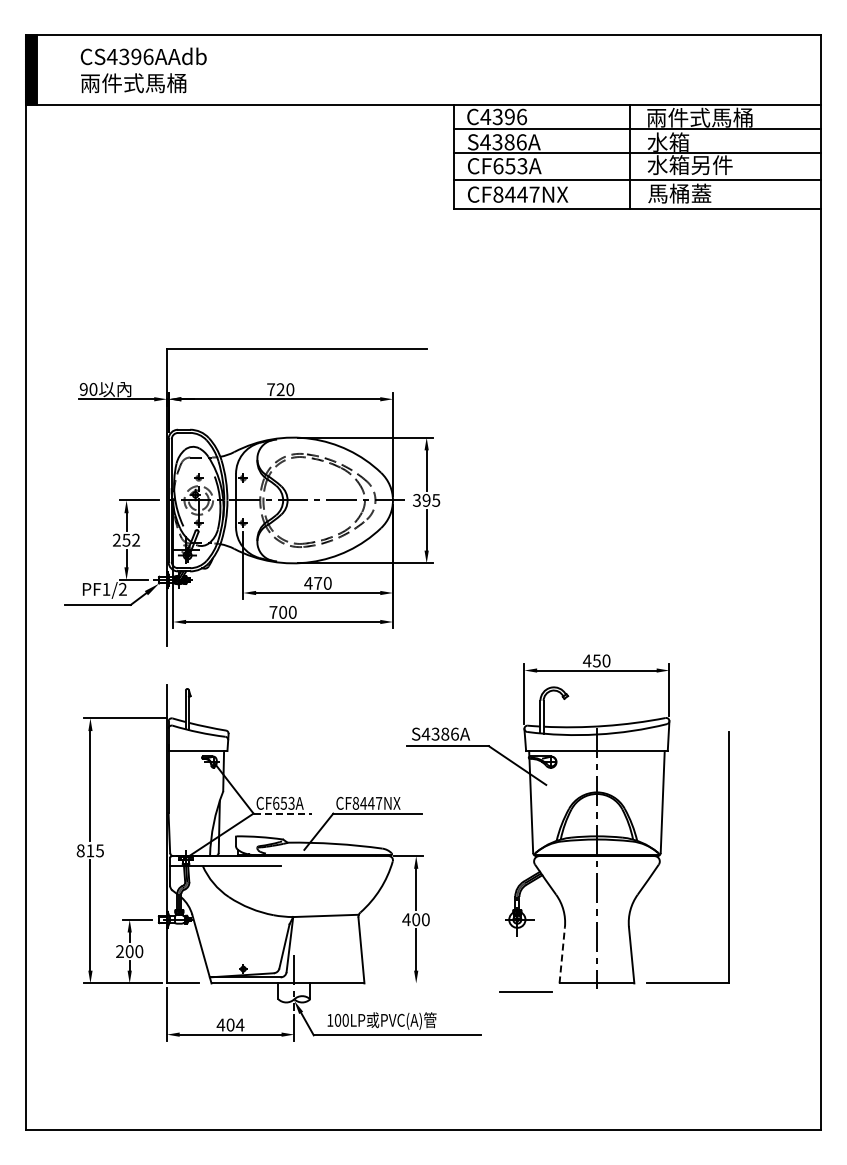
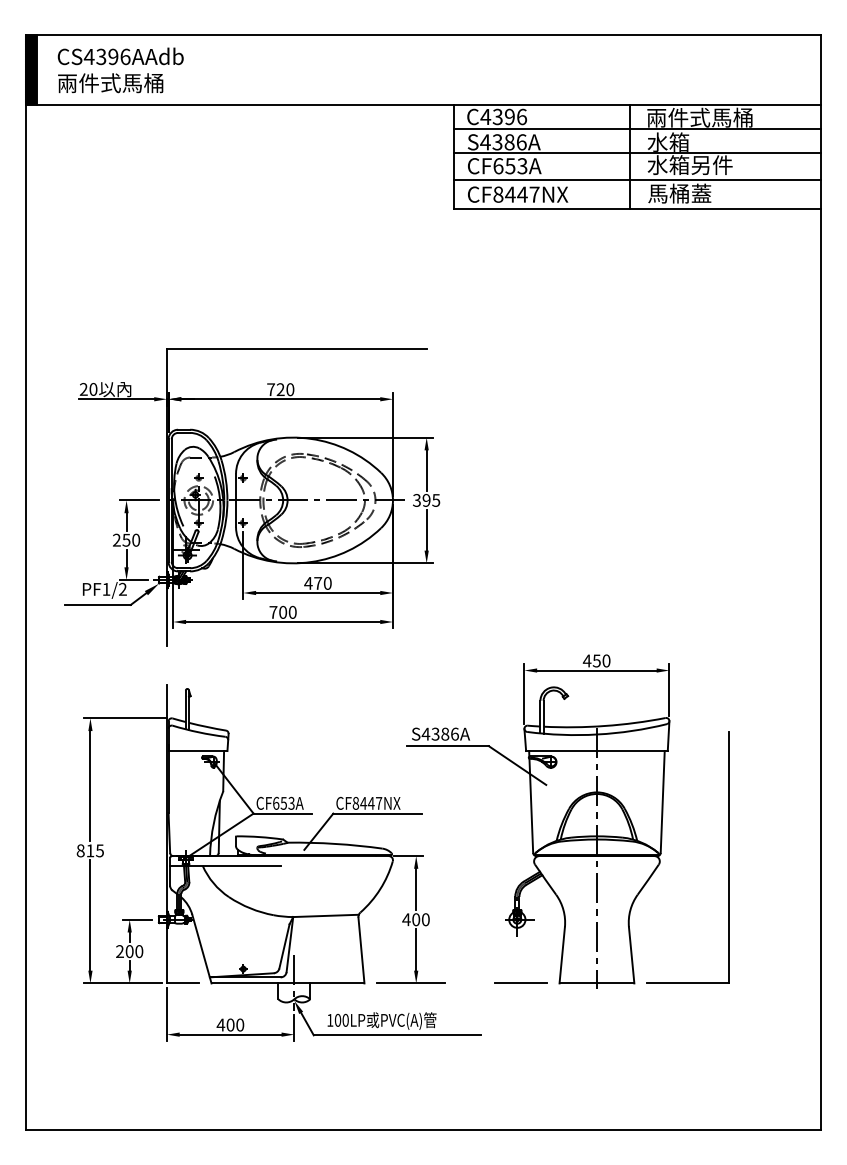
text at (143, 70) position: (143, 70) -> (120, 70)
text at (83, 389): 90 -> 20
text at (136, 539): 252 -> 250
line at (283, 813): dashed -> solid
line at (562, 954): dashed -> solid
line at (411, 983): none -> present
line at (525, 991) position: (525, 991) -> (520, 982)
text at (239, 1024): 404 -> 400
